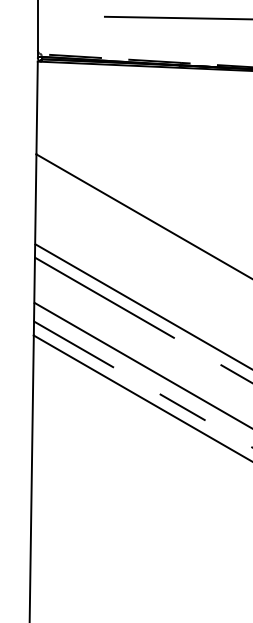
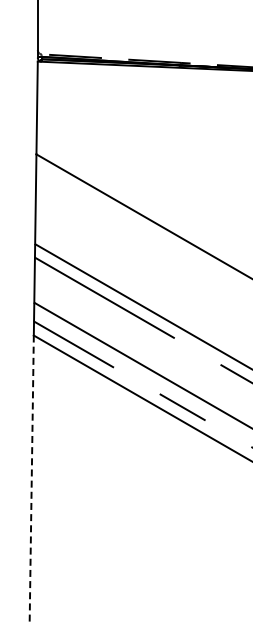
line at (176, 17): present -> none
line at (31, 479): solid -> dashed
